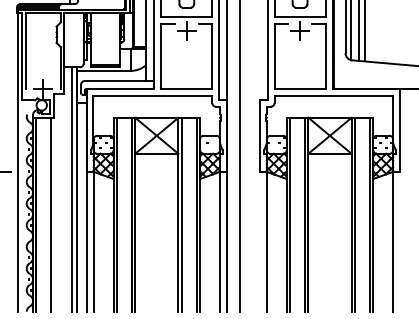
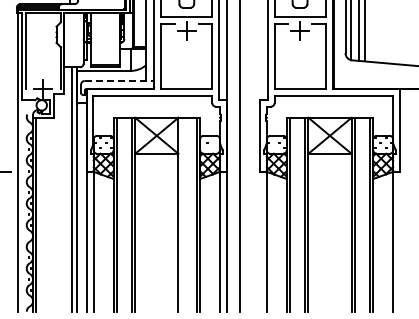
line at (119, 81): solid -> dashed
line at (51, 214): present -> none
line at (182, 214): present -> none
